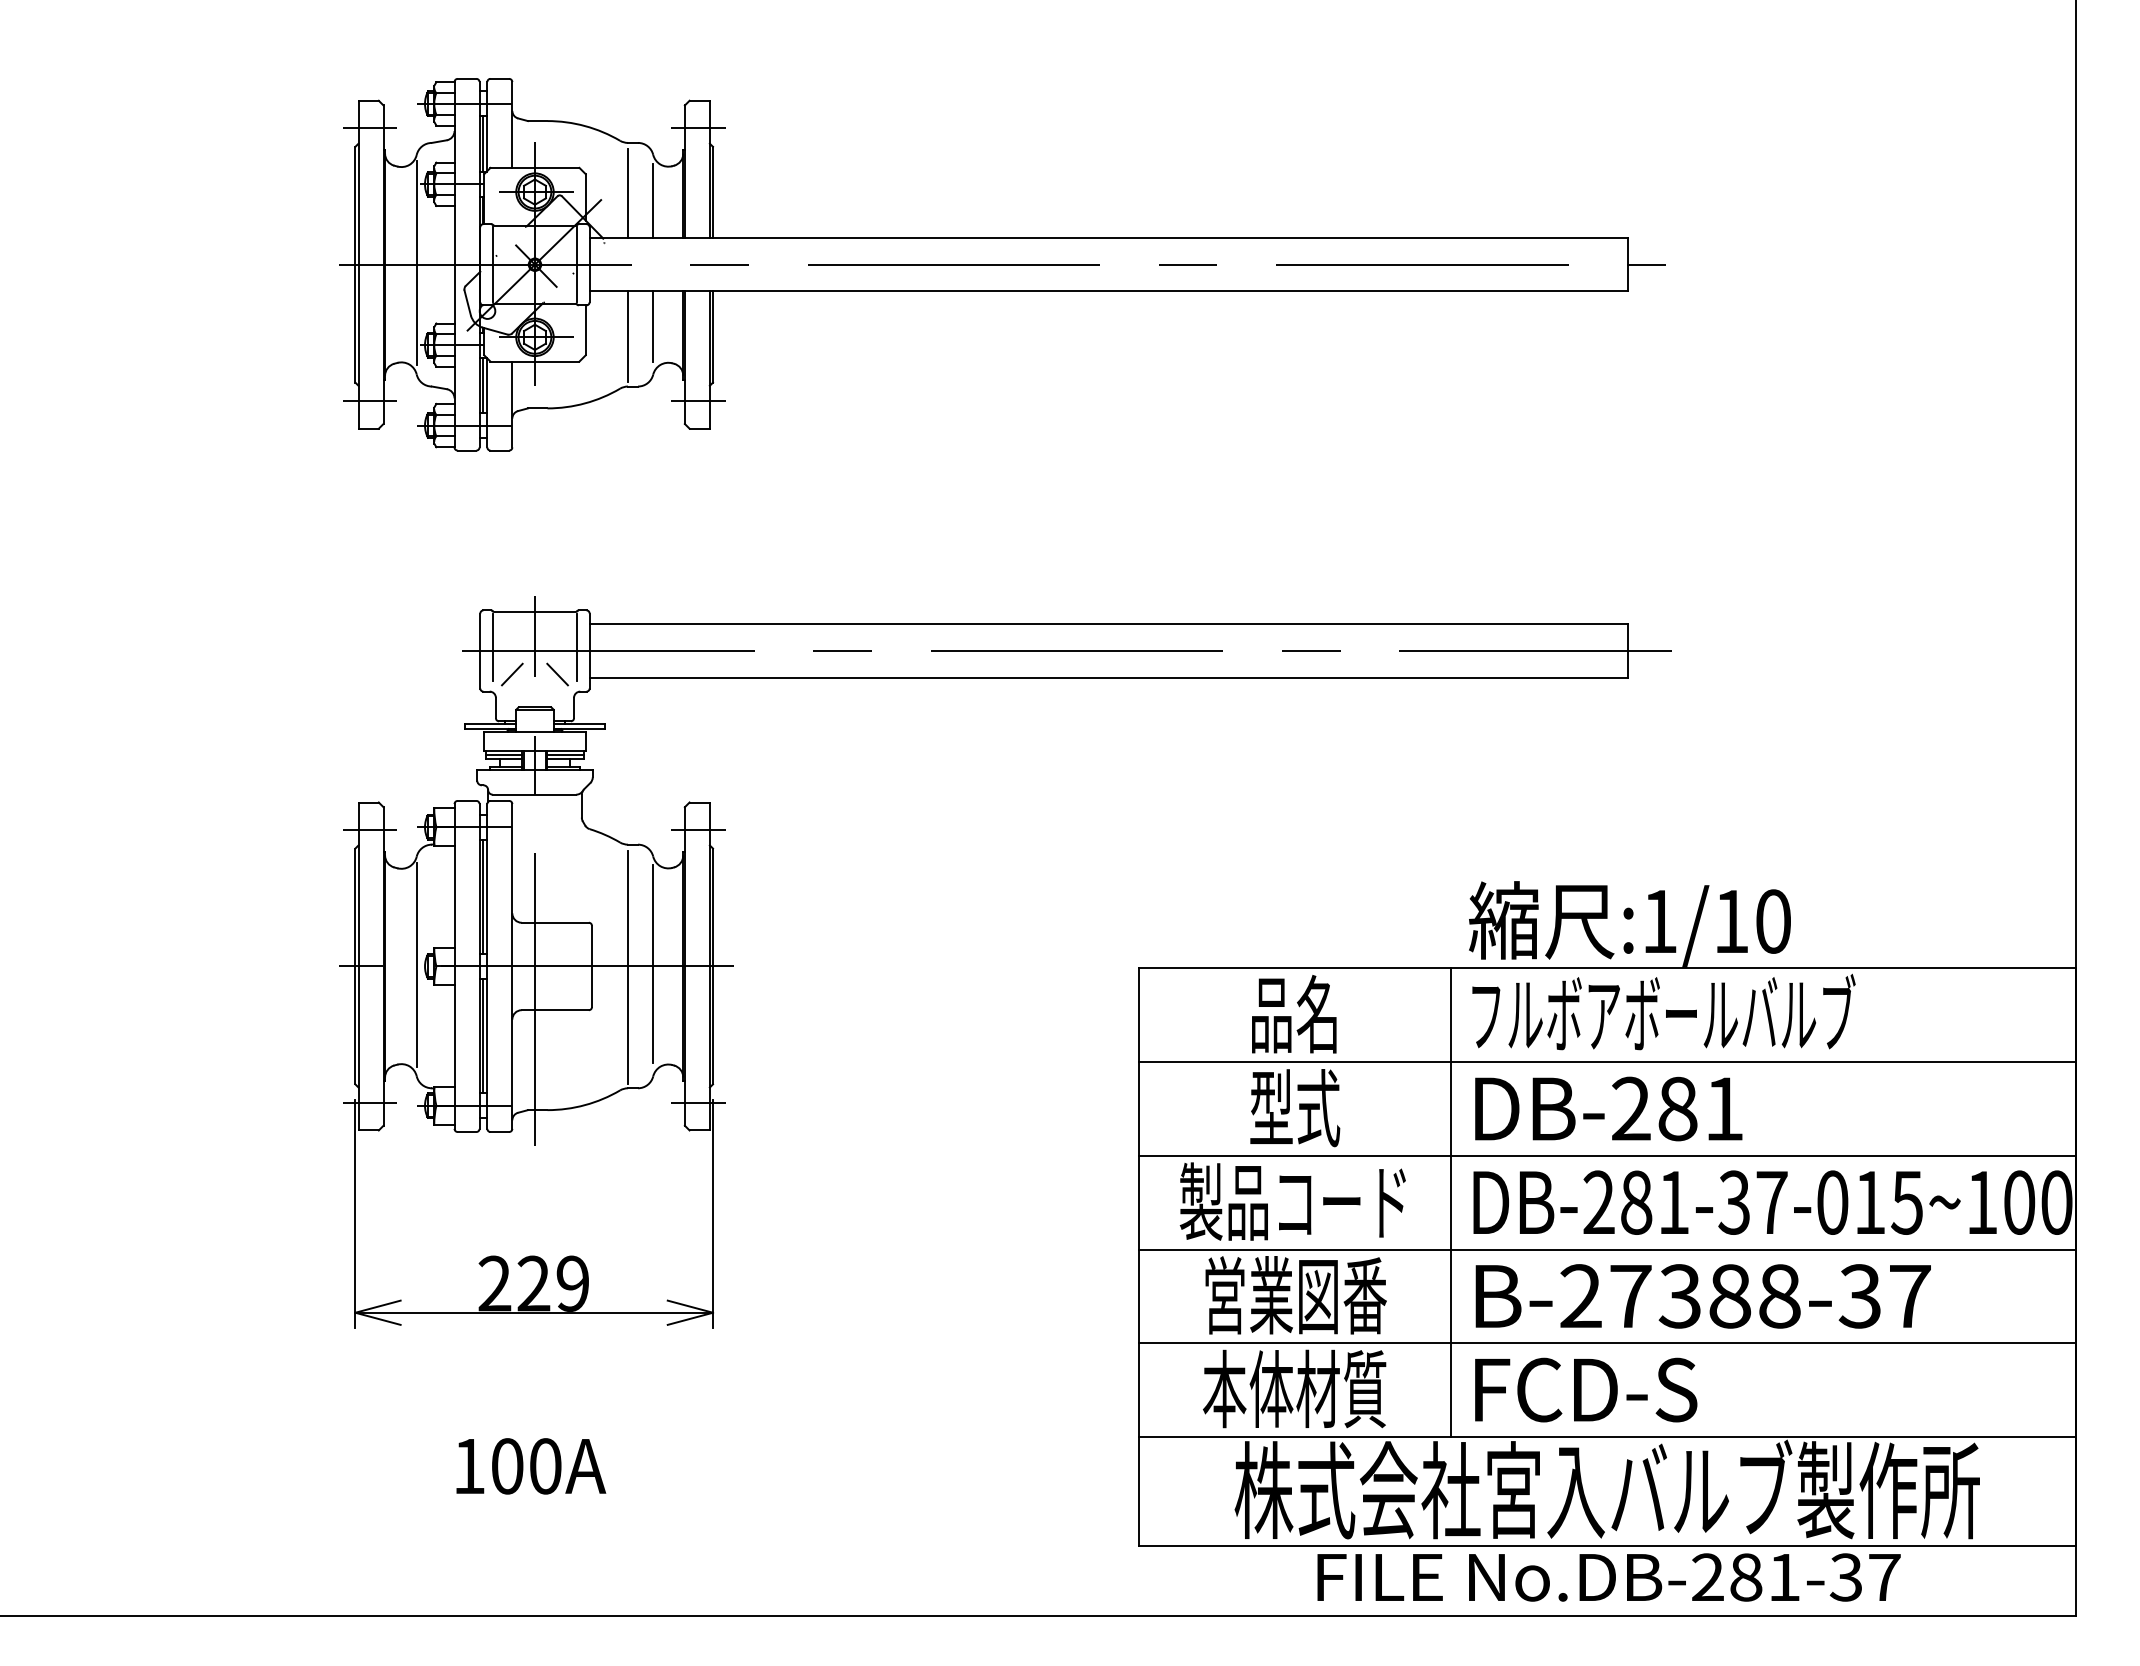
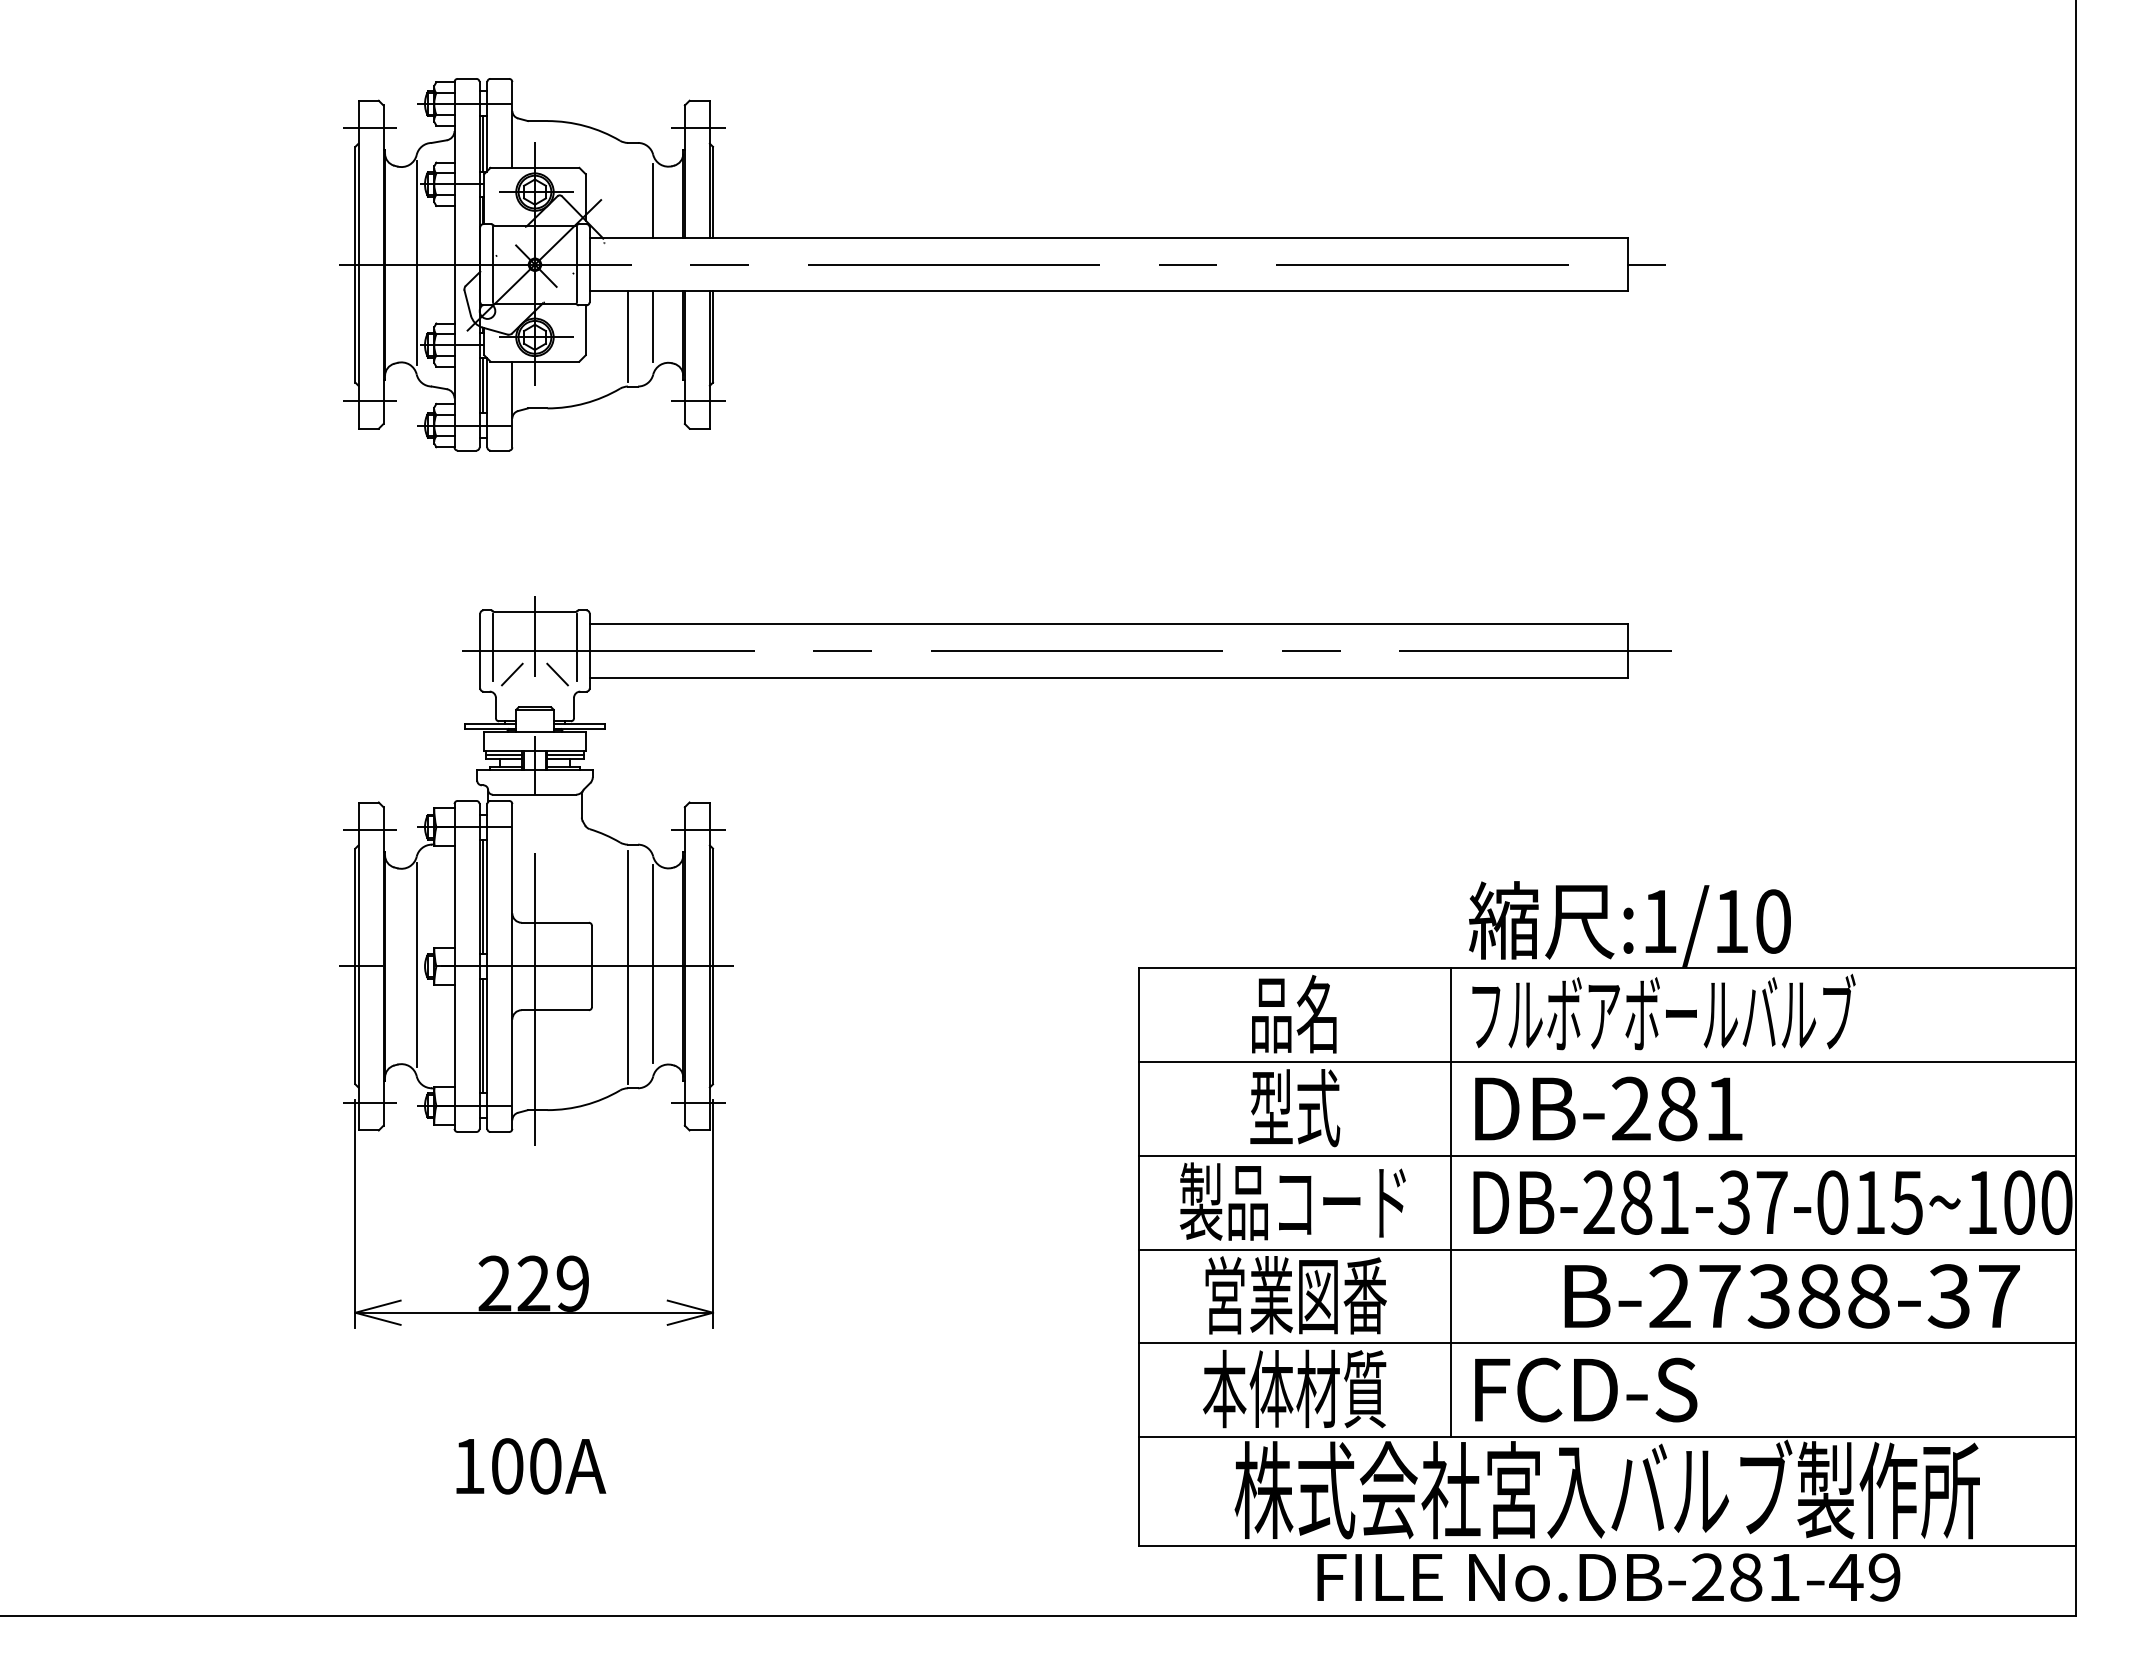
line at (628, 193): present -> none
text at (1702, 1296) position: (1702, 1296) -> (1791, 1296)
text at (1864, 1577): No.DB-281-37 -> No.DB-281-49
